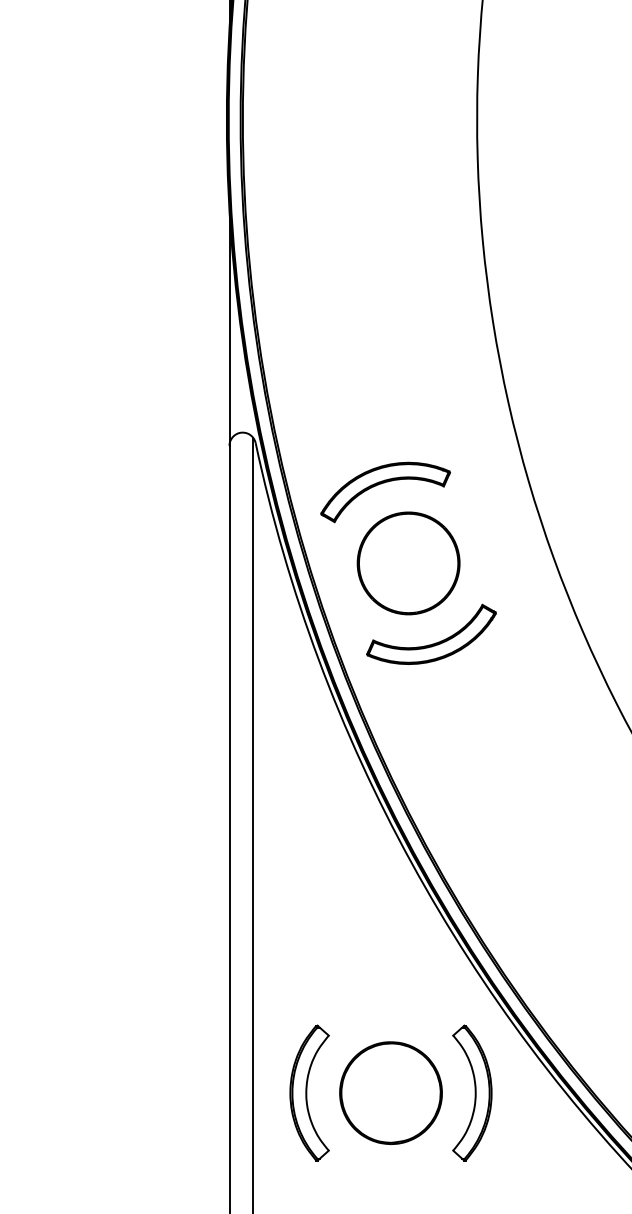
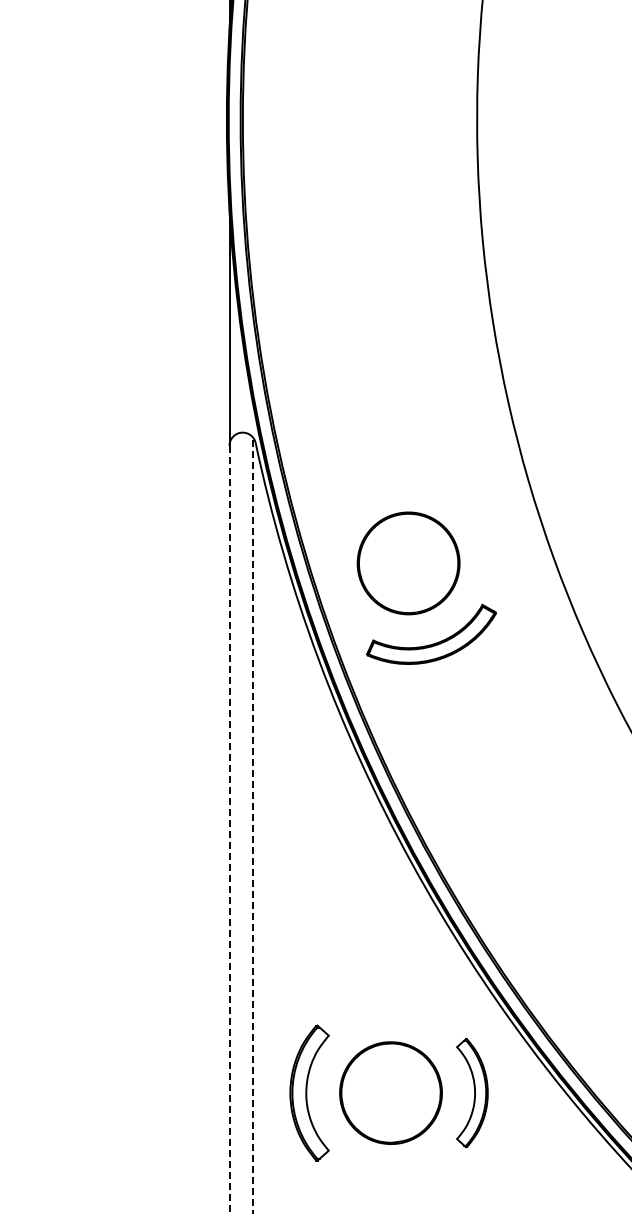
part at (381, 484): present -> none
line at (253, 825): solid -> dashed
line at (229, 829): solid -> dashed
part at (472, 1092) size: 41x138 px -> 33x111 px
